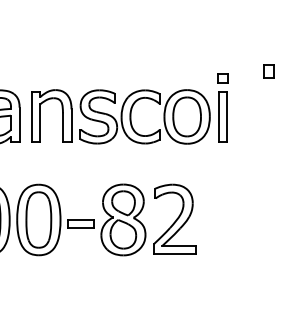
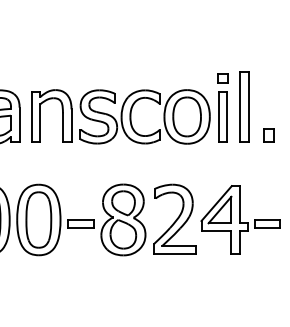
part at (268, 71) position: (268, 71) -> (268, 135)
part at (244, 106): none -> present
part at (240, 219): none -> present
